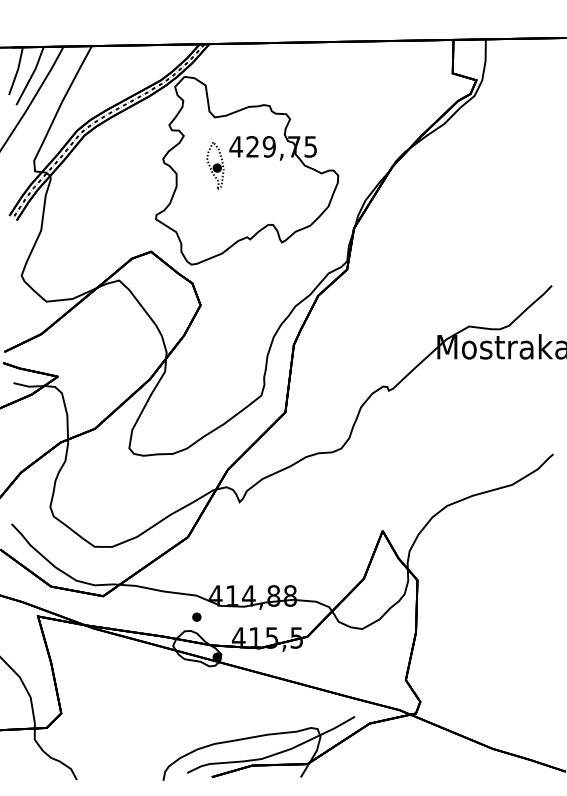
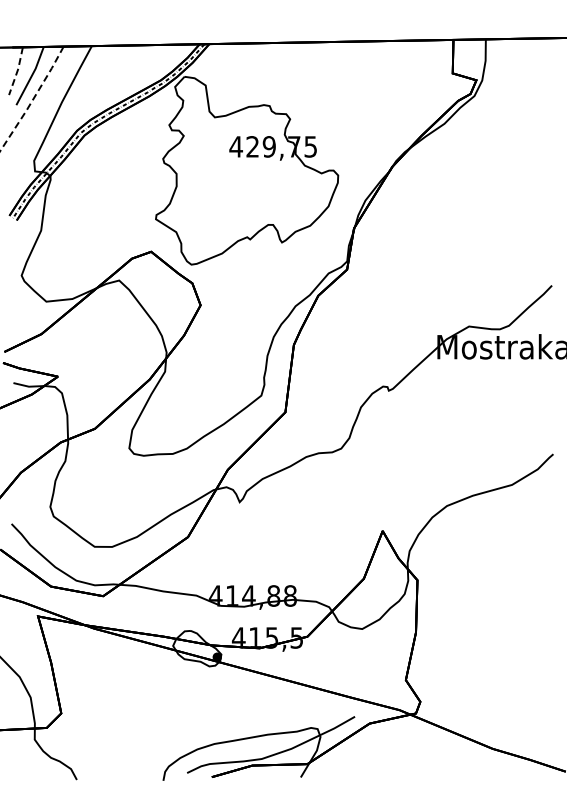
line at (17, 70): solid -> dashed
line at (32, 99): solid -> dashed
part at (215, 165): present -> none
part at (196, 616): present -> none
